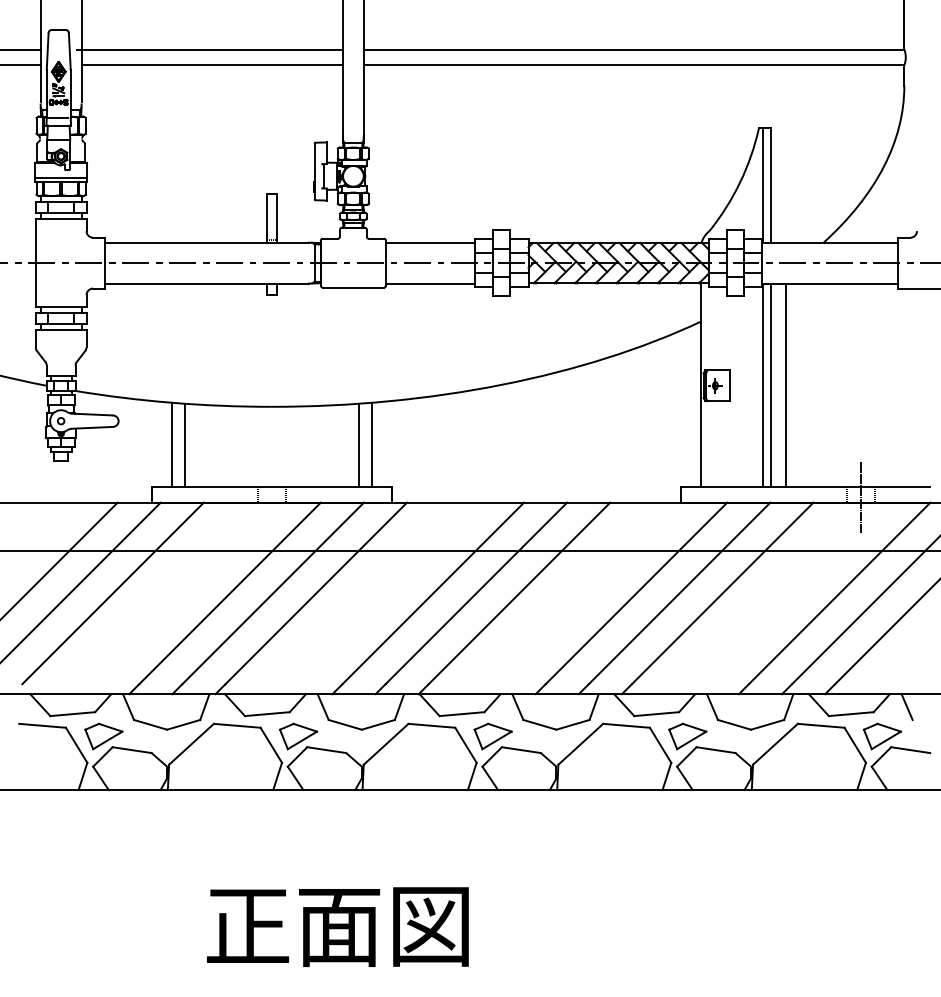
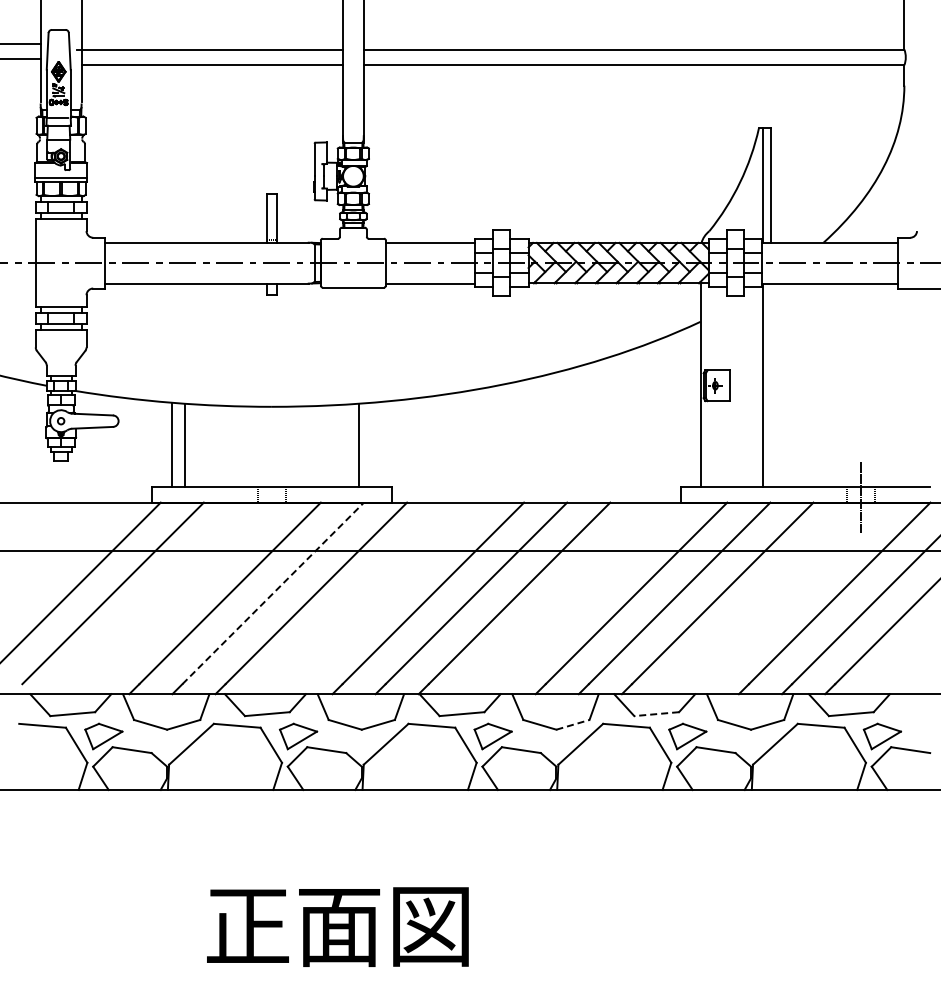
line at (21, 49) position: (21, 49) -> (21, 43)
line at (21, 65) position: (21, 65) -> (21, 59)
line at (770, 385): present -> none
line at (785, 385): present -> none
line at (371, 444): present -> none
line at (59, 560): present -> none
line at (273, 593): solid -> dashed
line at (906, 706): present -> none
line at (656, 714): solid -> dashed
line at (573, 724): solid -> dashed
